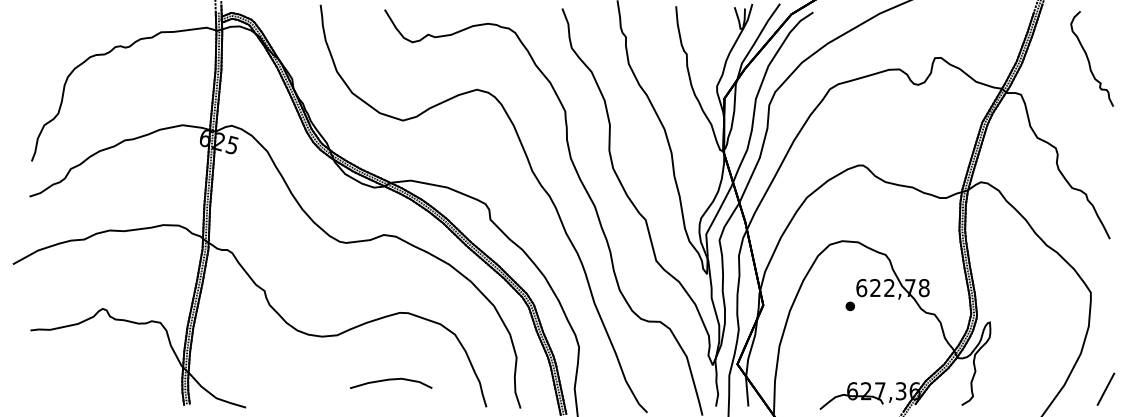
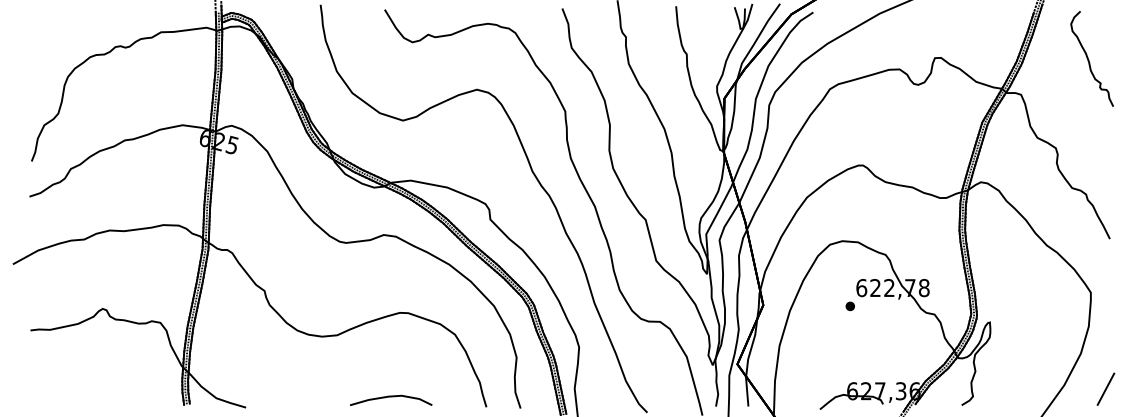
curve at (391, 380) position: (391, 380) -> (391, 397)
